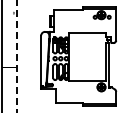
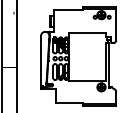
line at (17, 56): dashed -> solid
